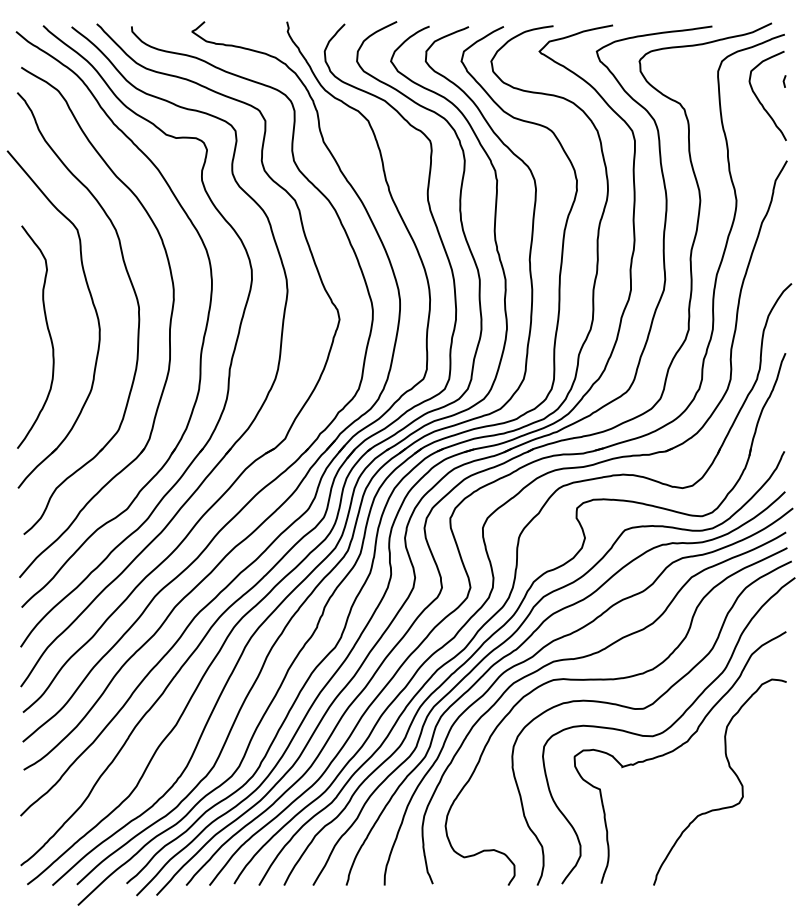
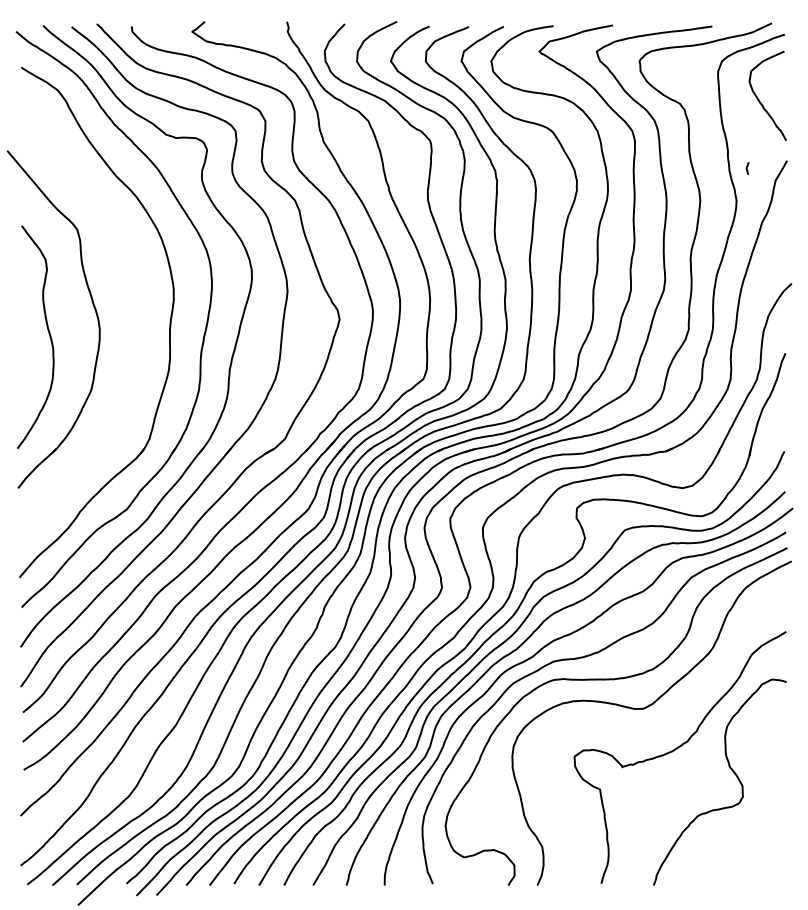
line at (784, 81) position: (784, 81) -> (747, 168)
part at (134, 294): present -> none
curve at (668, 729): present -> none
